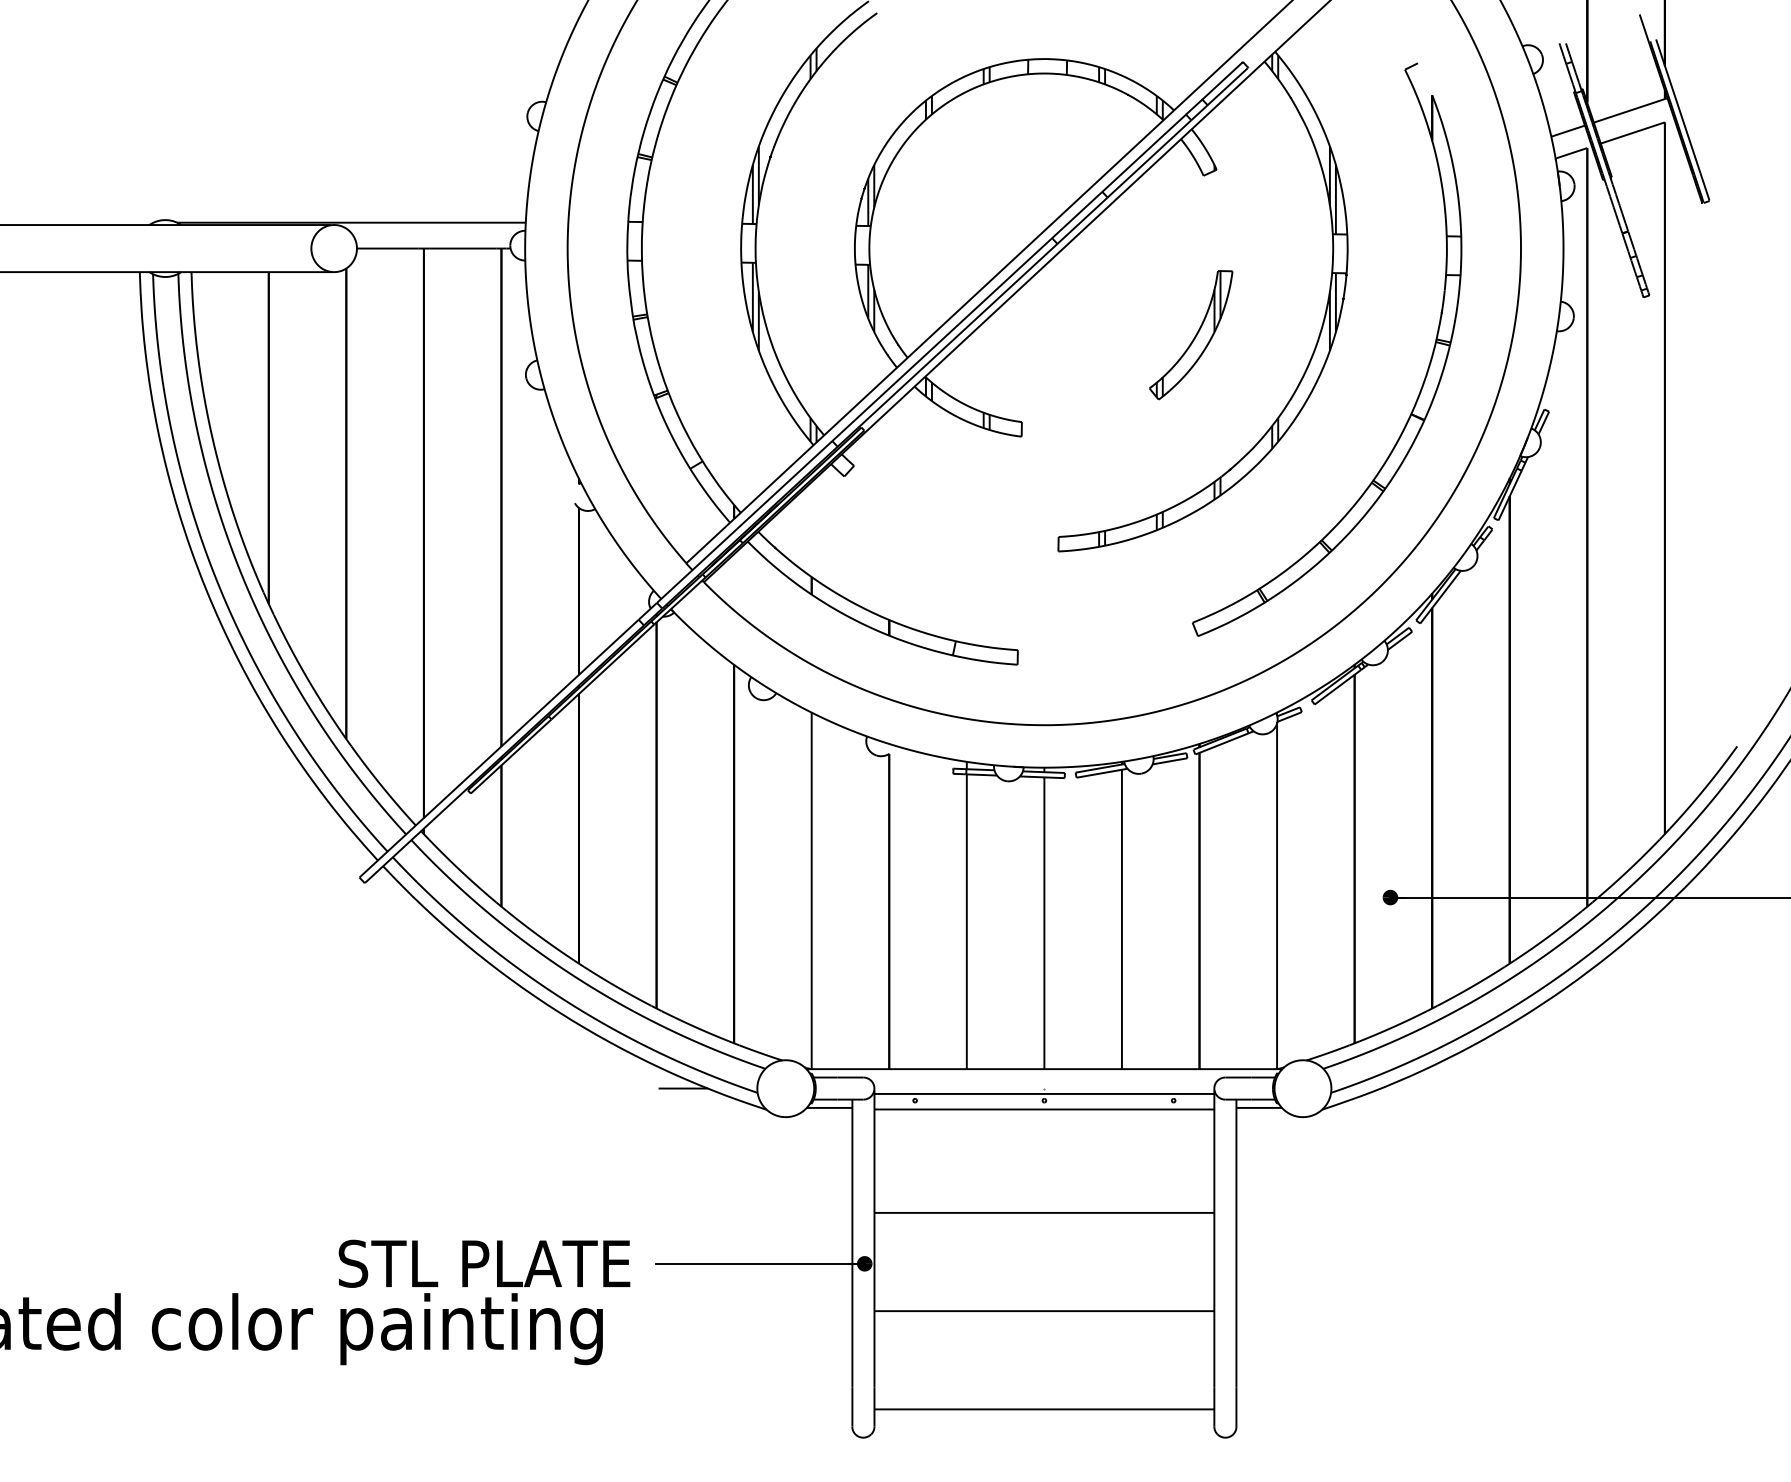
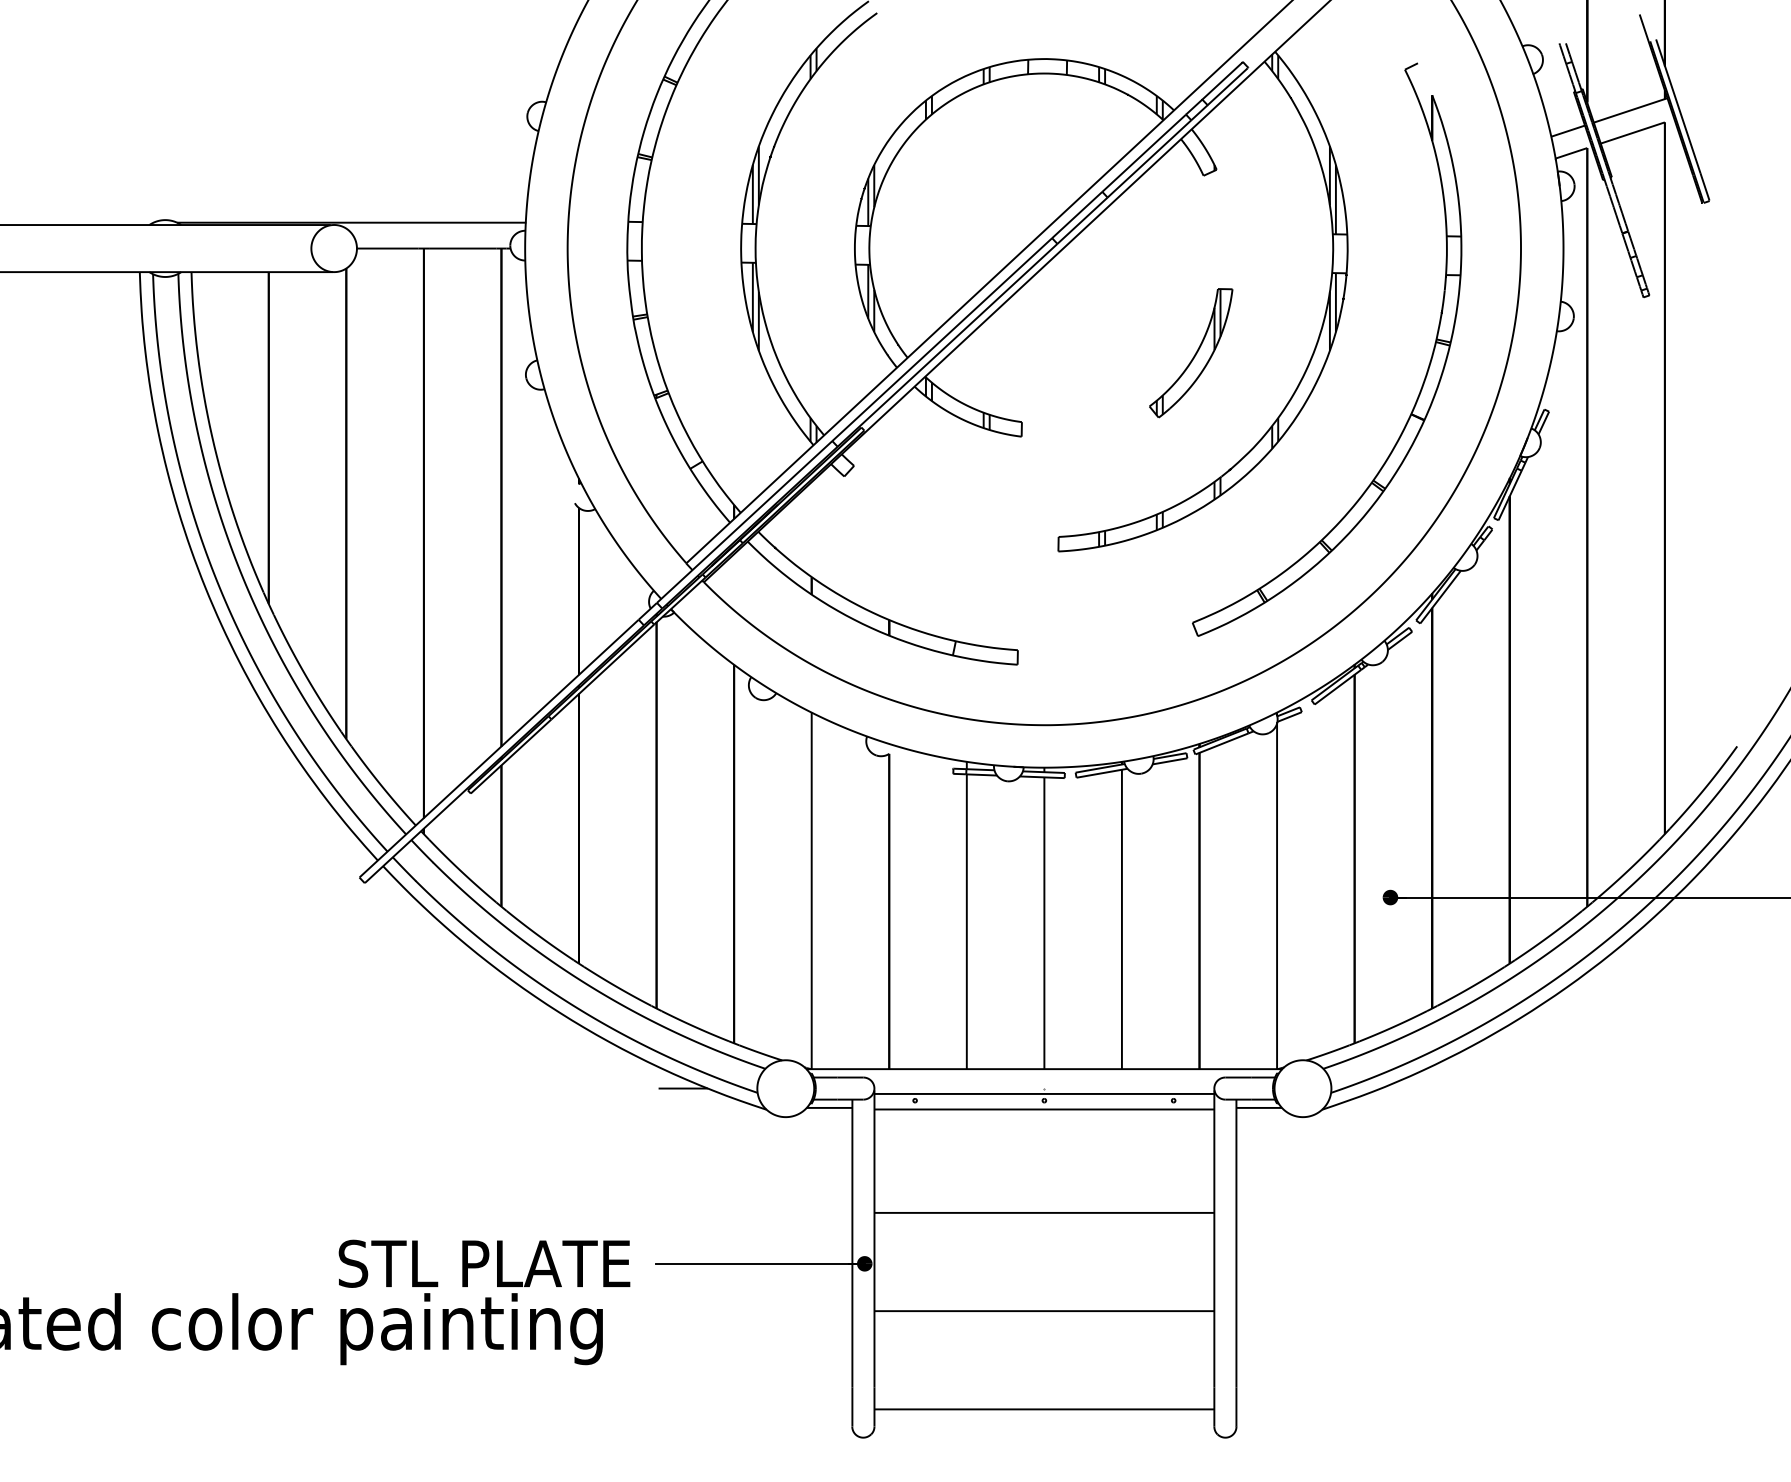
part at (1191, 335) position: (1191, 335) -> (1191, 353)
